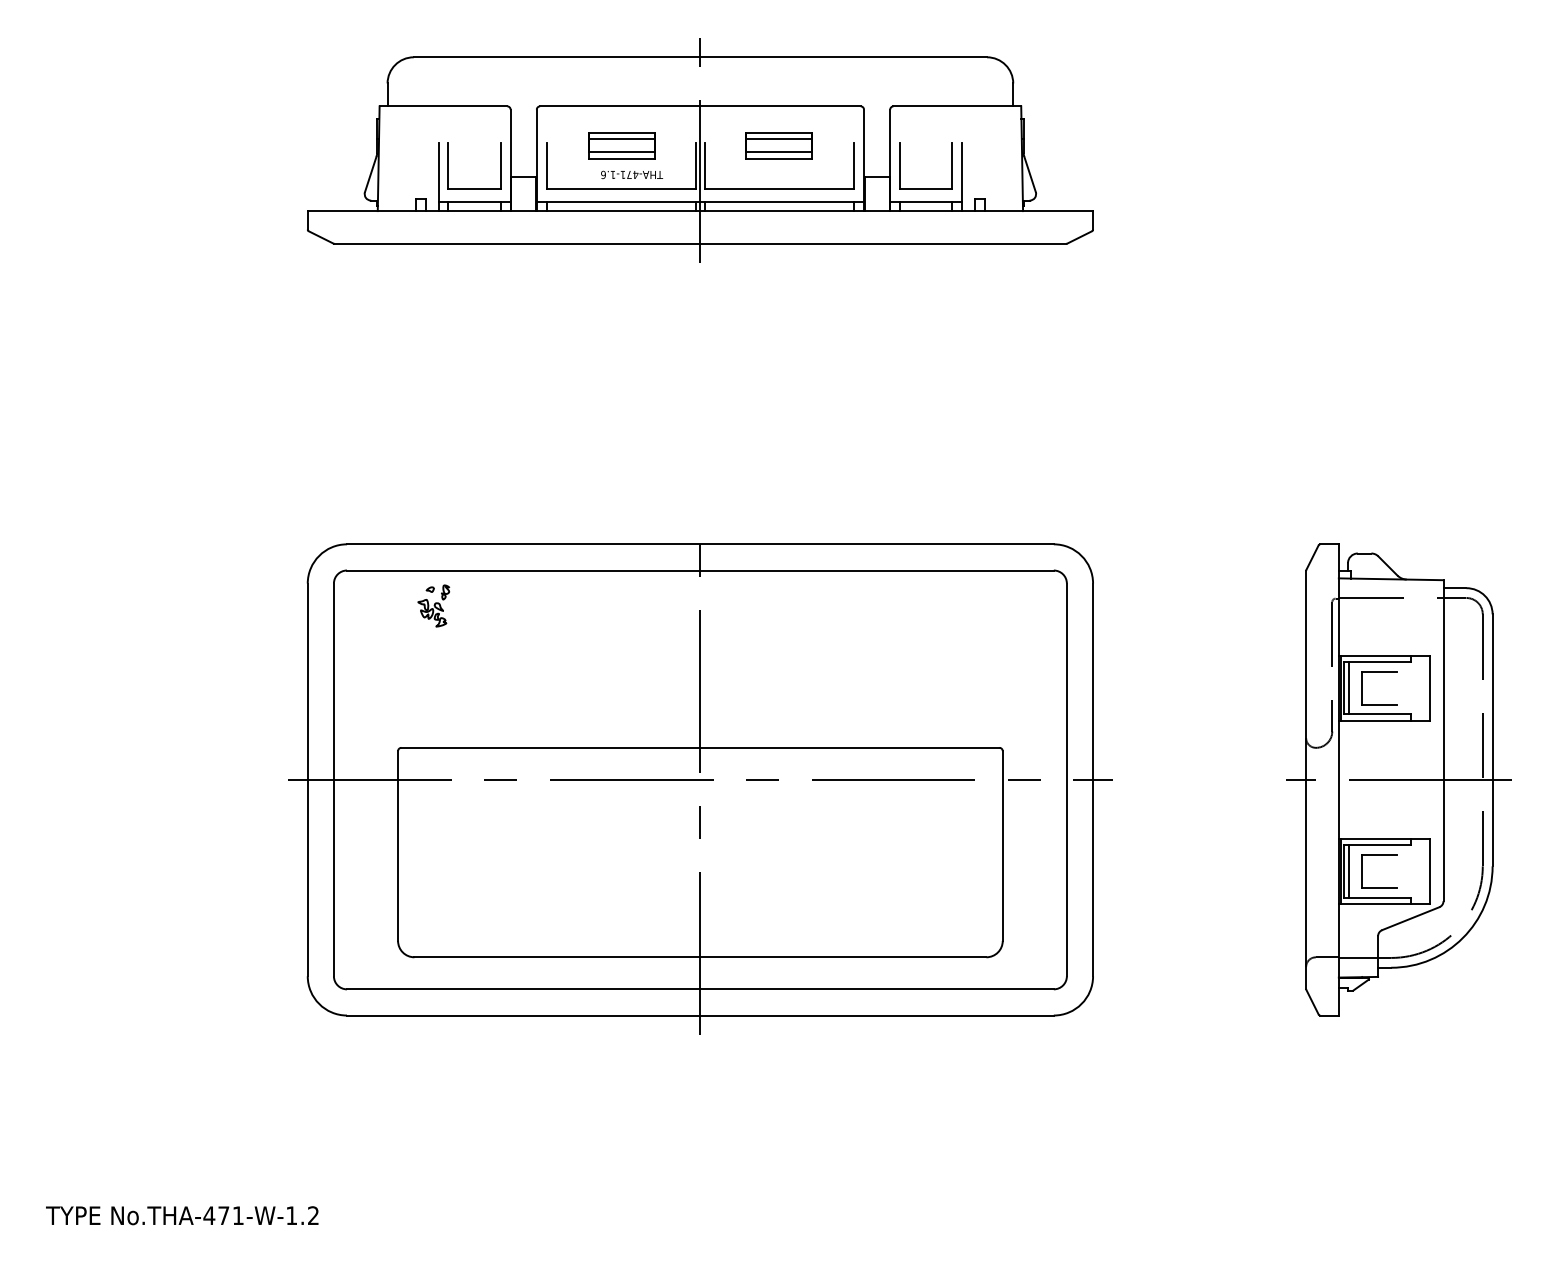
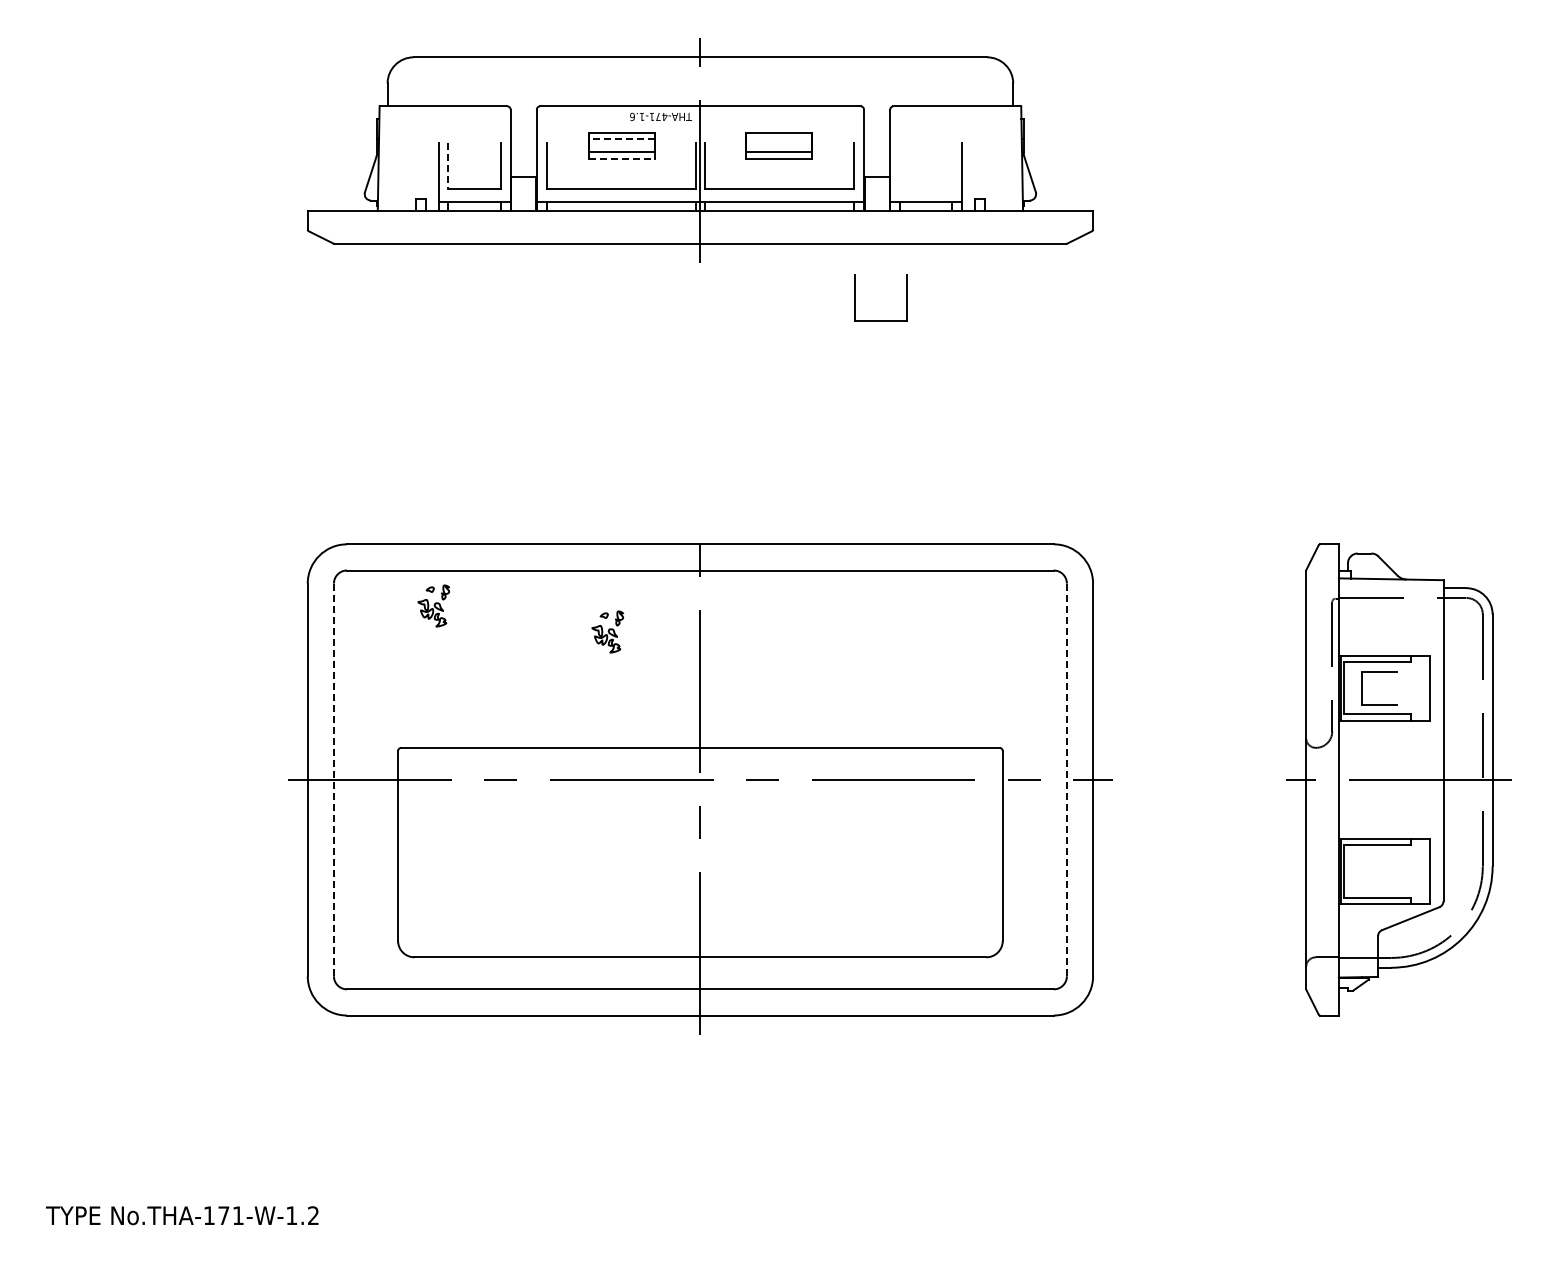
line at (621, 139): solid -> dashed
line at (778, 139): present -> none
line at (622, 158): solid -> dashed
line at (448, 166): solid -> dashed
text at (632, 174) position: (632, 174) -> (661, 116)
part at (925, 188) position: (925, 188) -> (880, 320)
part at (607, 631): none -> present
line at (1349, 688): present -> none
line at (1066, 779): solid -> dashed
line at (333, 780): solid -> dashed
part at (1379, 855): present -> none
line at (1349, 871): present -> none
text at (209, 1215): No.THA-471-W-1.2 -> No.THA-171-W-1.2
